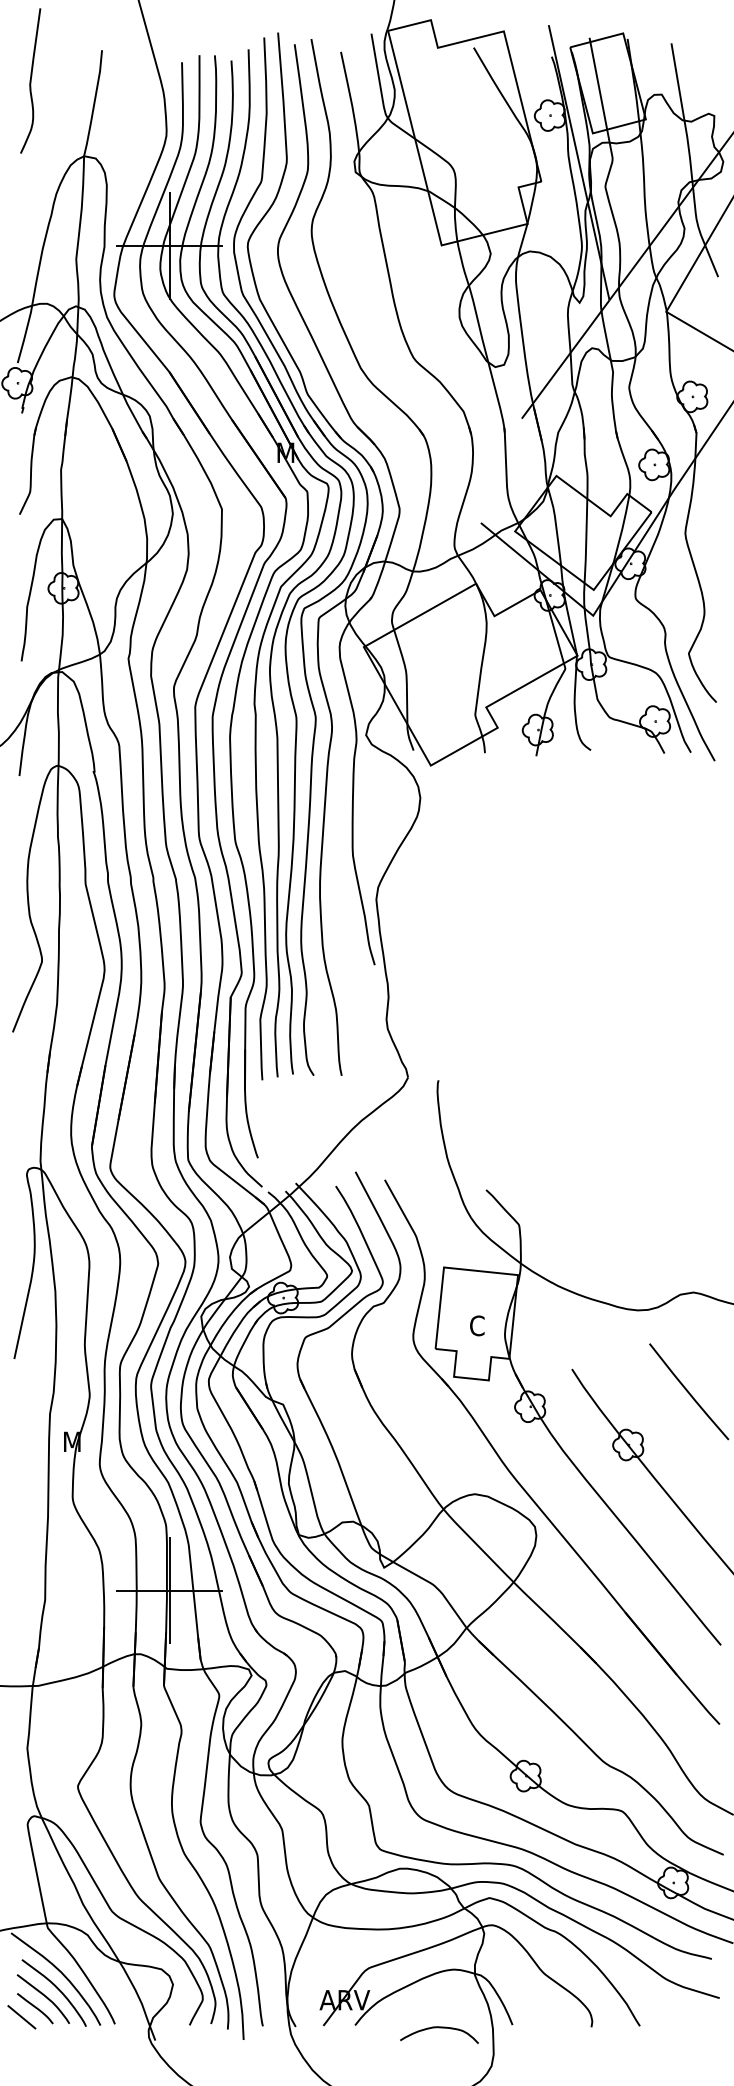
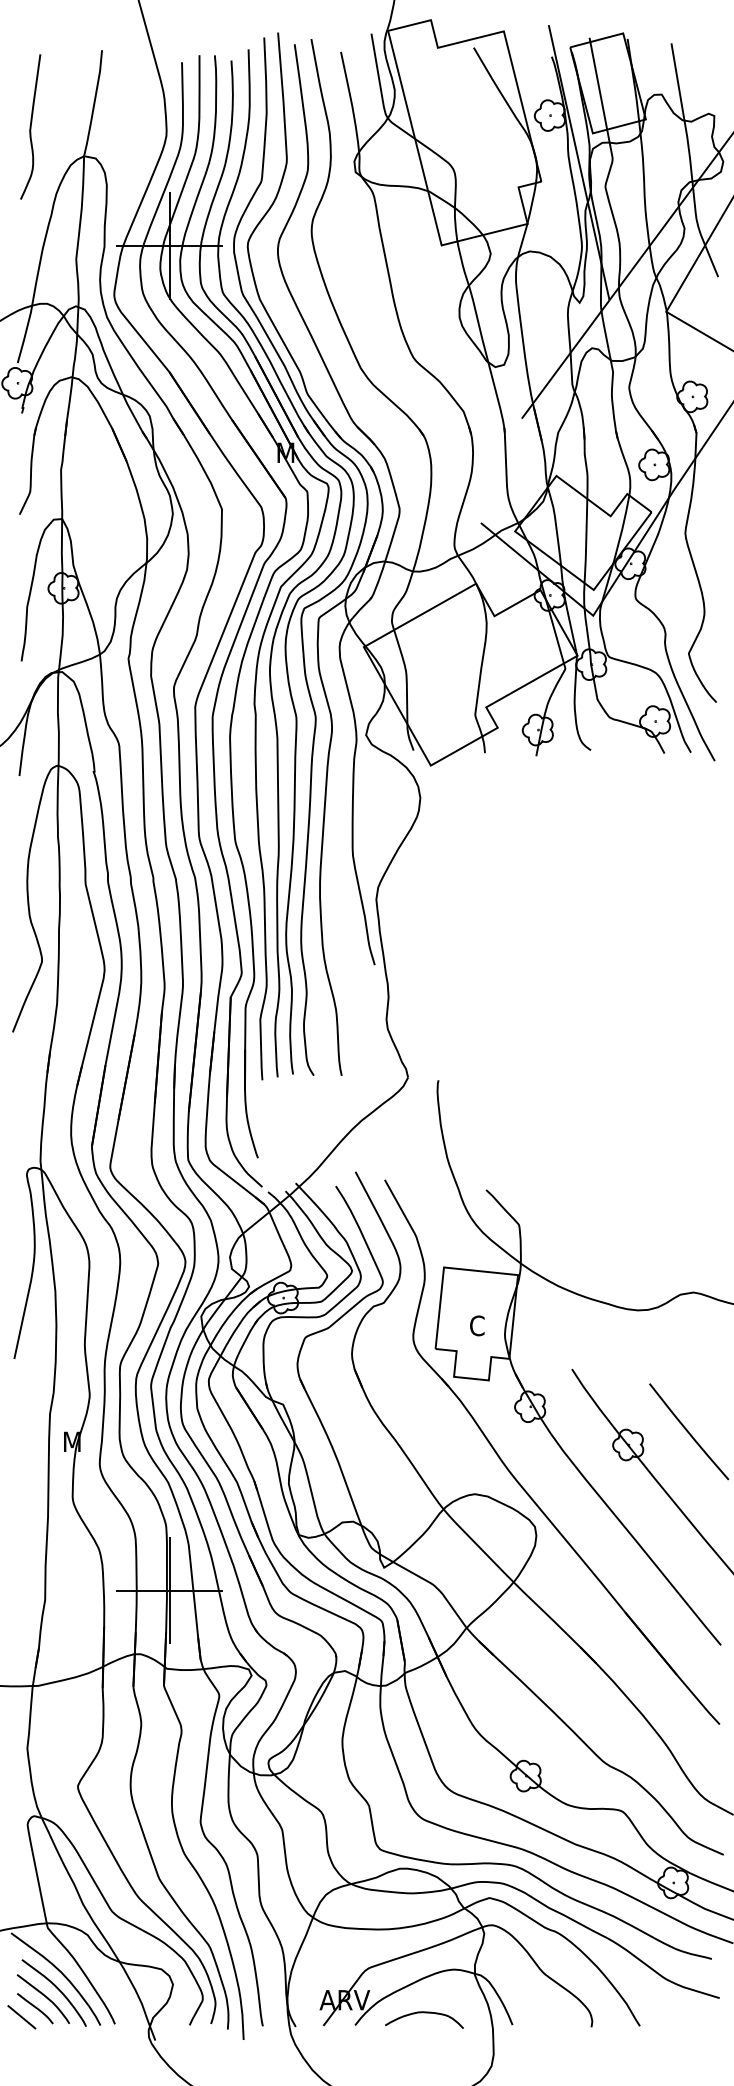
curve at (30, 80) position: (30, 80) -> (30, 126)
line at (688, 1391) position: (688, 1391) -> (688, 1431)
curve at (439, 2028) position: (439, 2028) -> (424, 2013)
